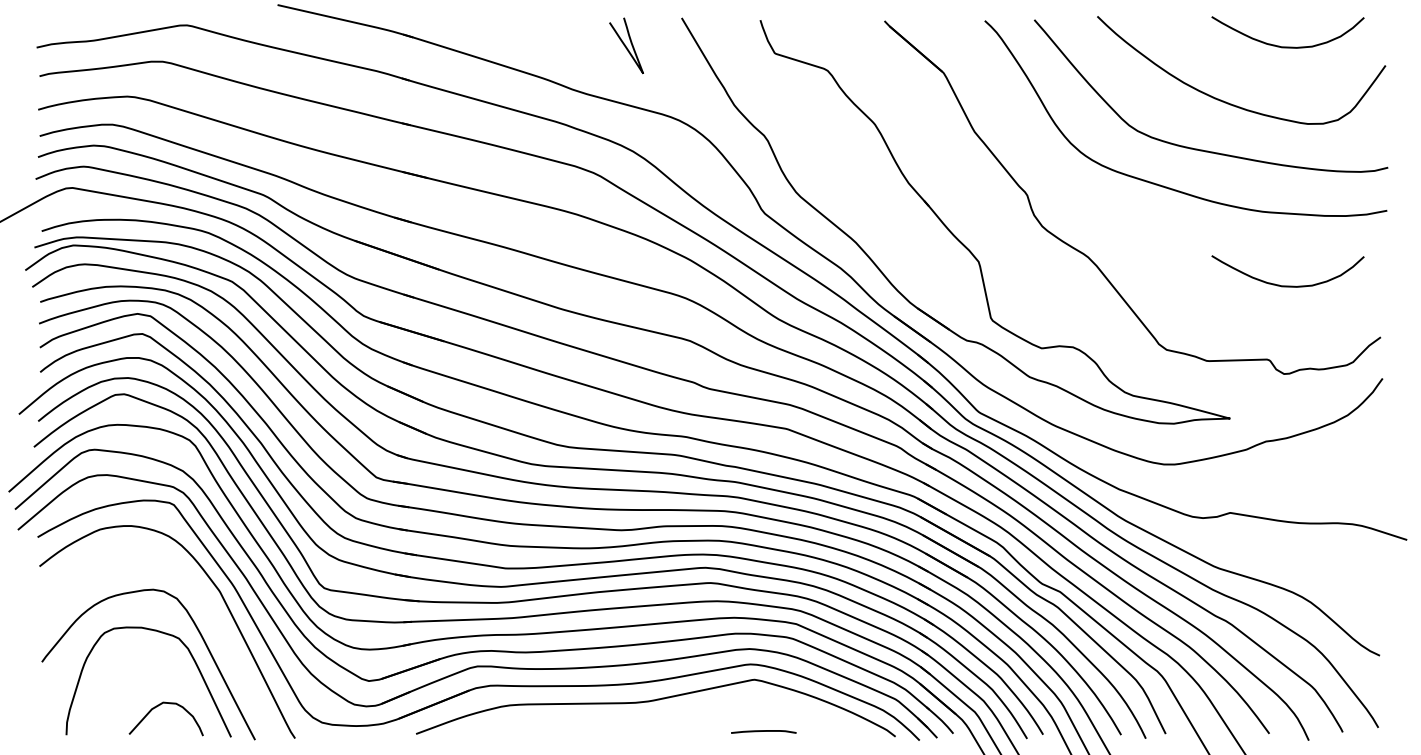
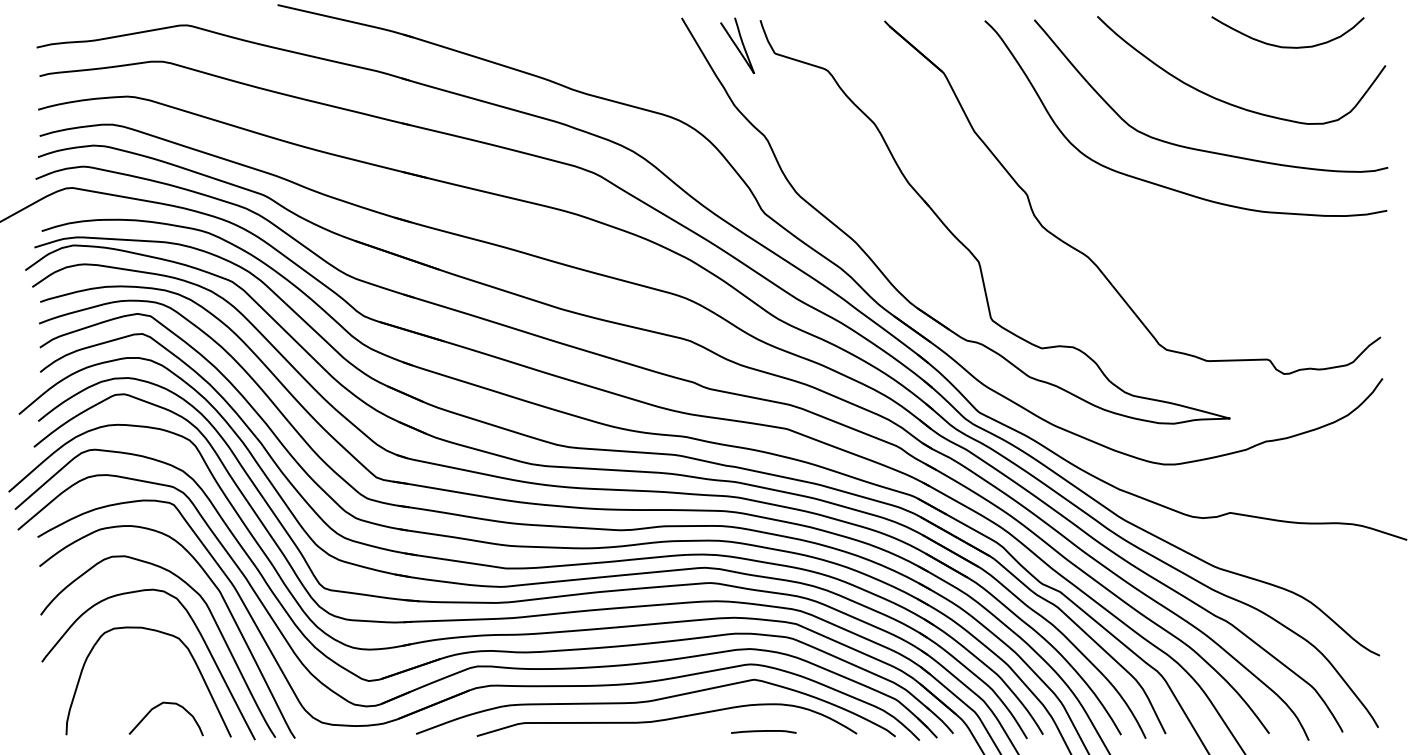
curve at (625, 45) position: (625, 45) -> (736, 45)
curve at (1287, 285): present -> none
curve at (212, 618): none -> present
curve at (666, 719): none -> present
